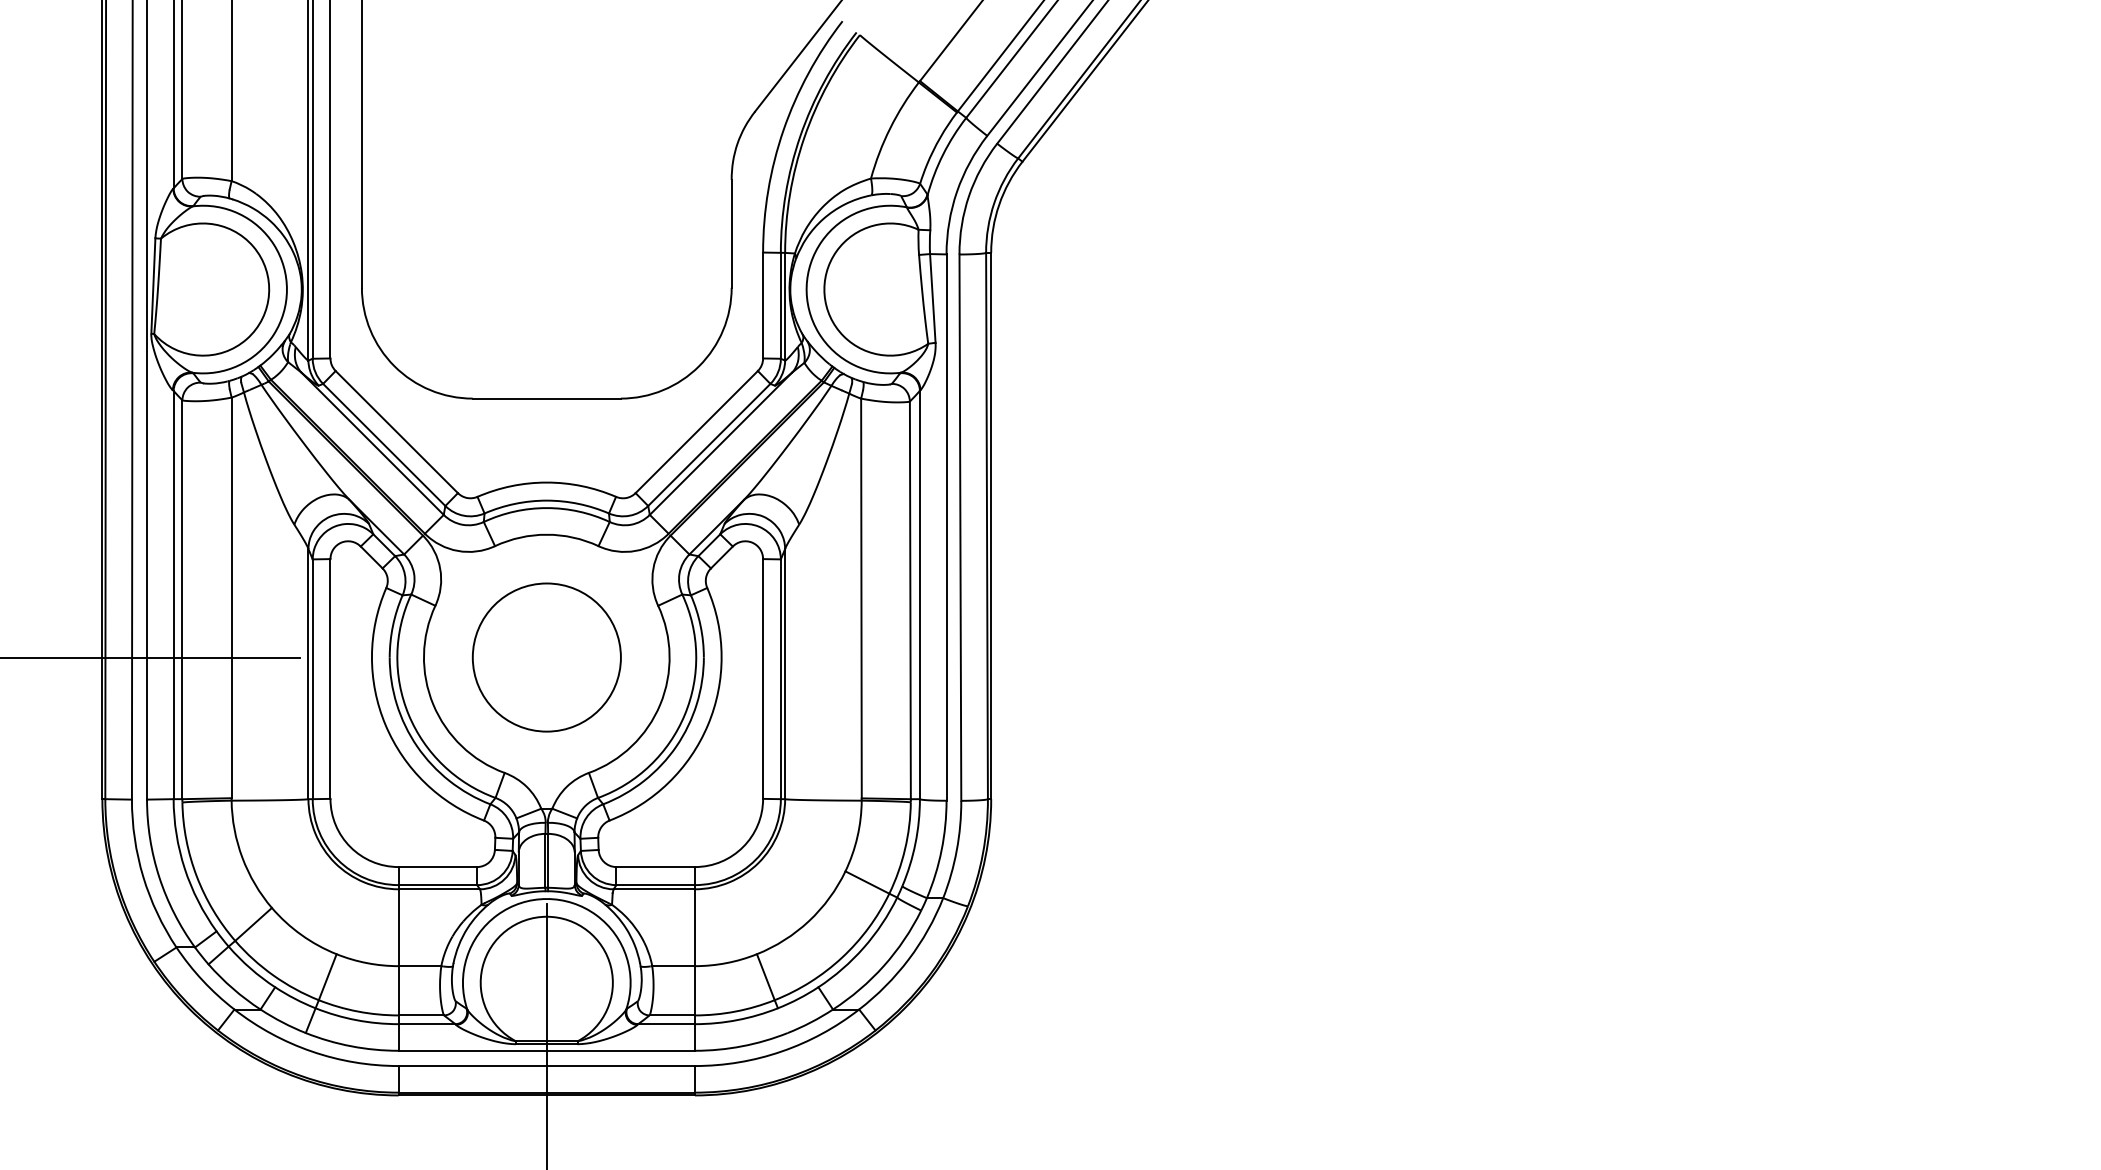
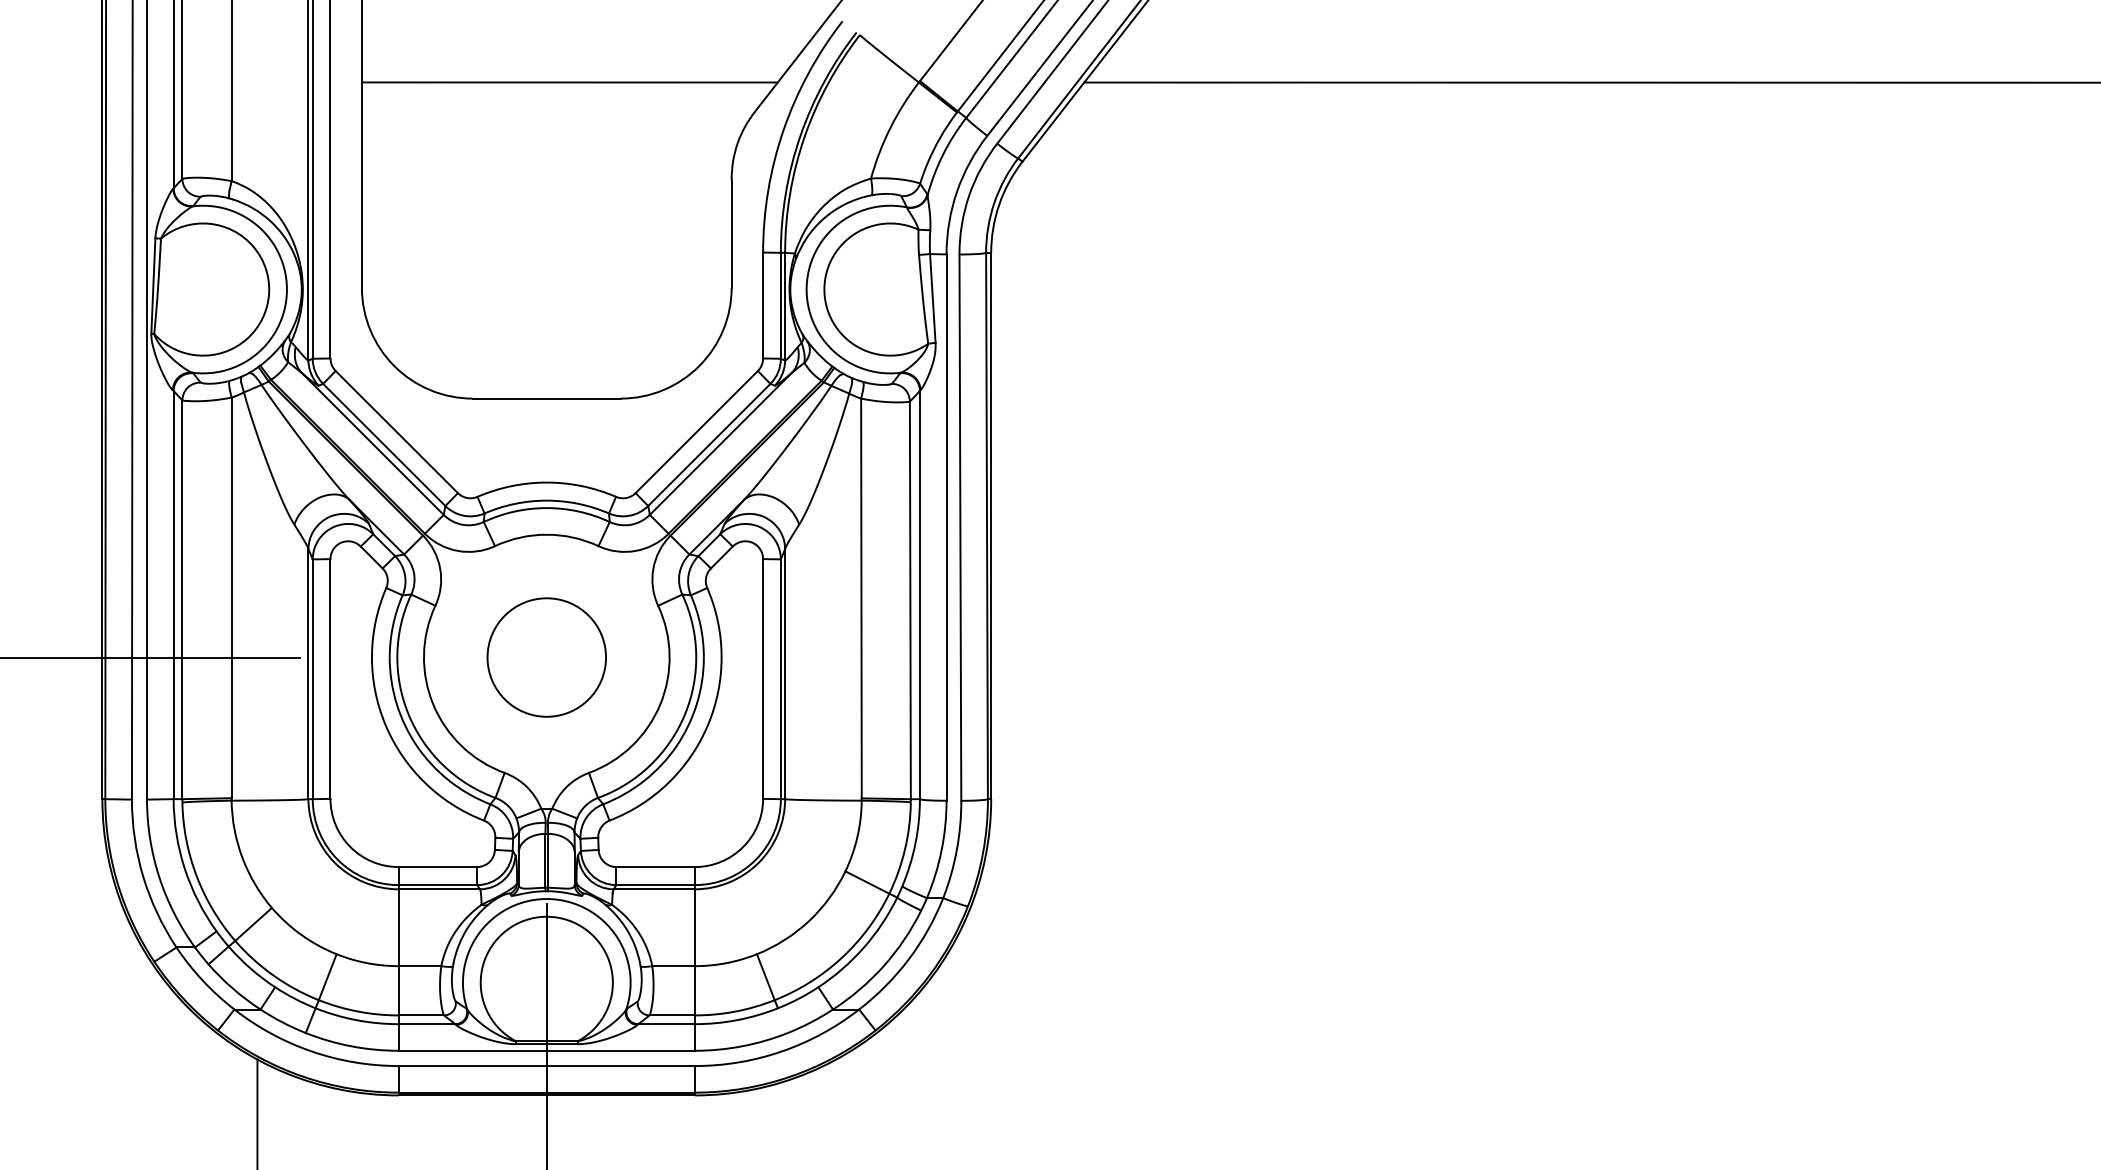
line at (569, 82): none -> present
line at (1590, 82): none -> present
circle at (546, 657) size: 151x151 px -> 121x121 px
line at (257, 1112): none -> present
